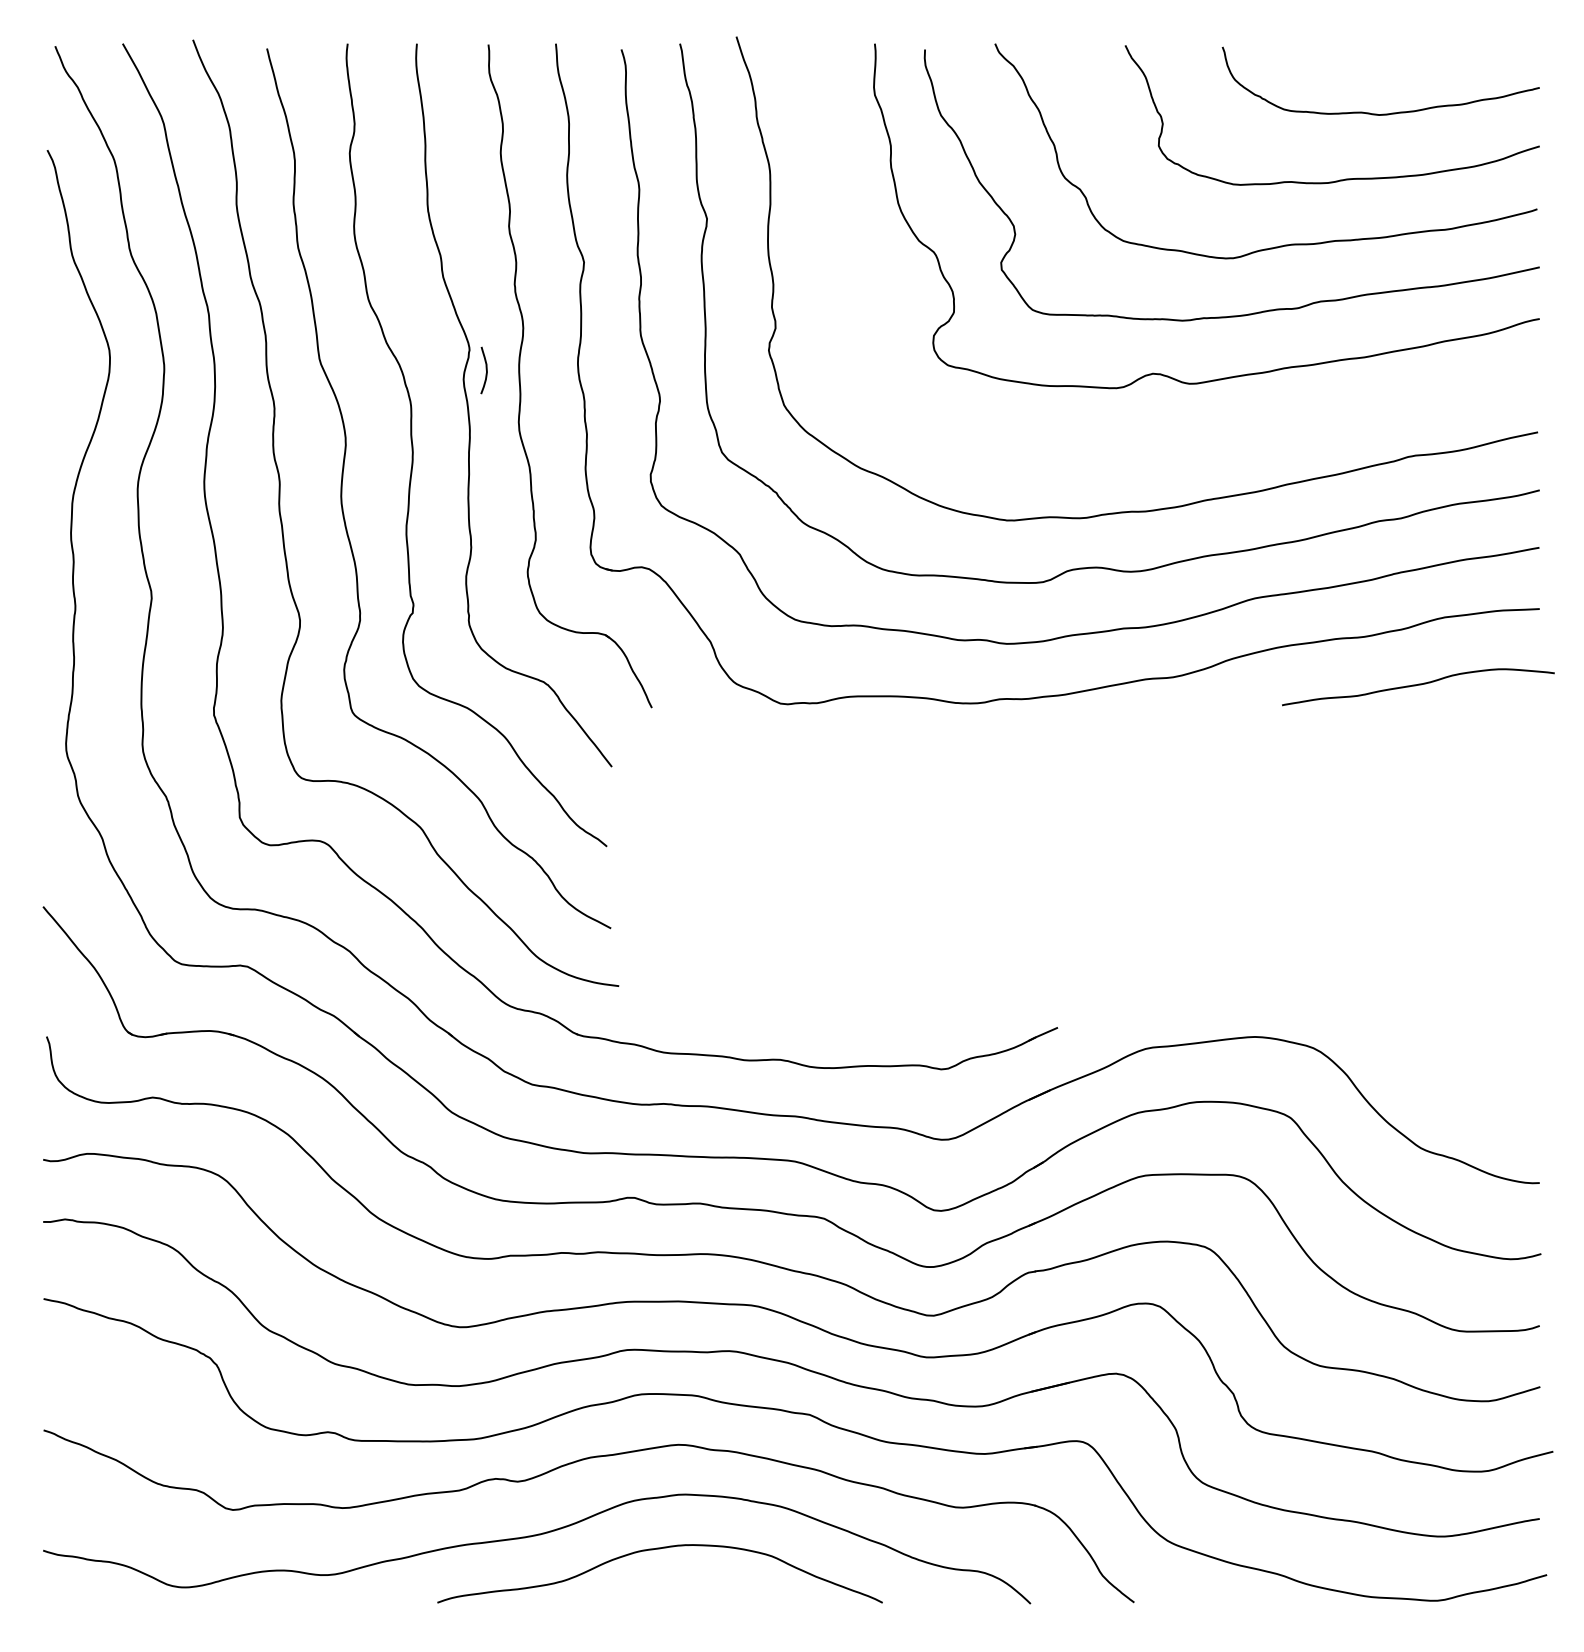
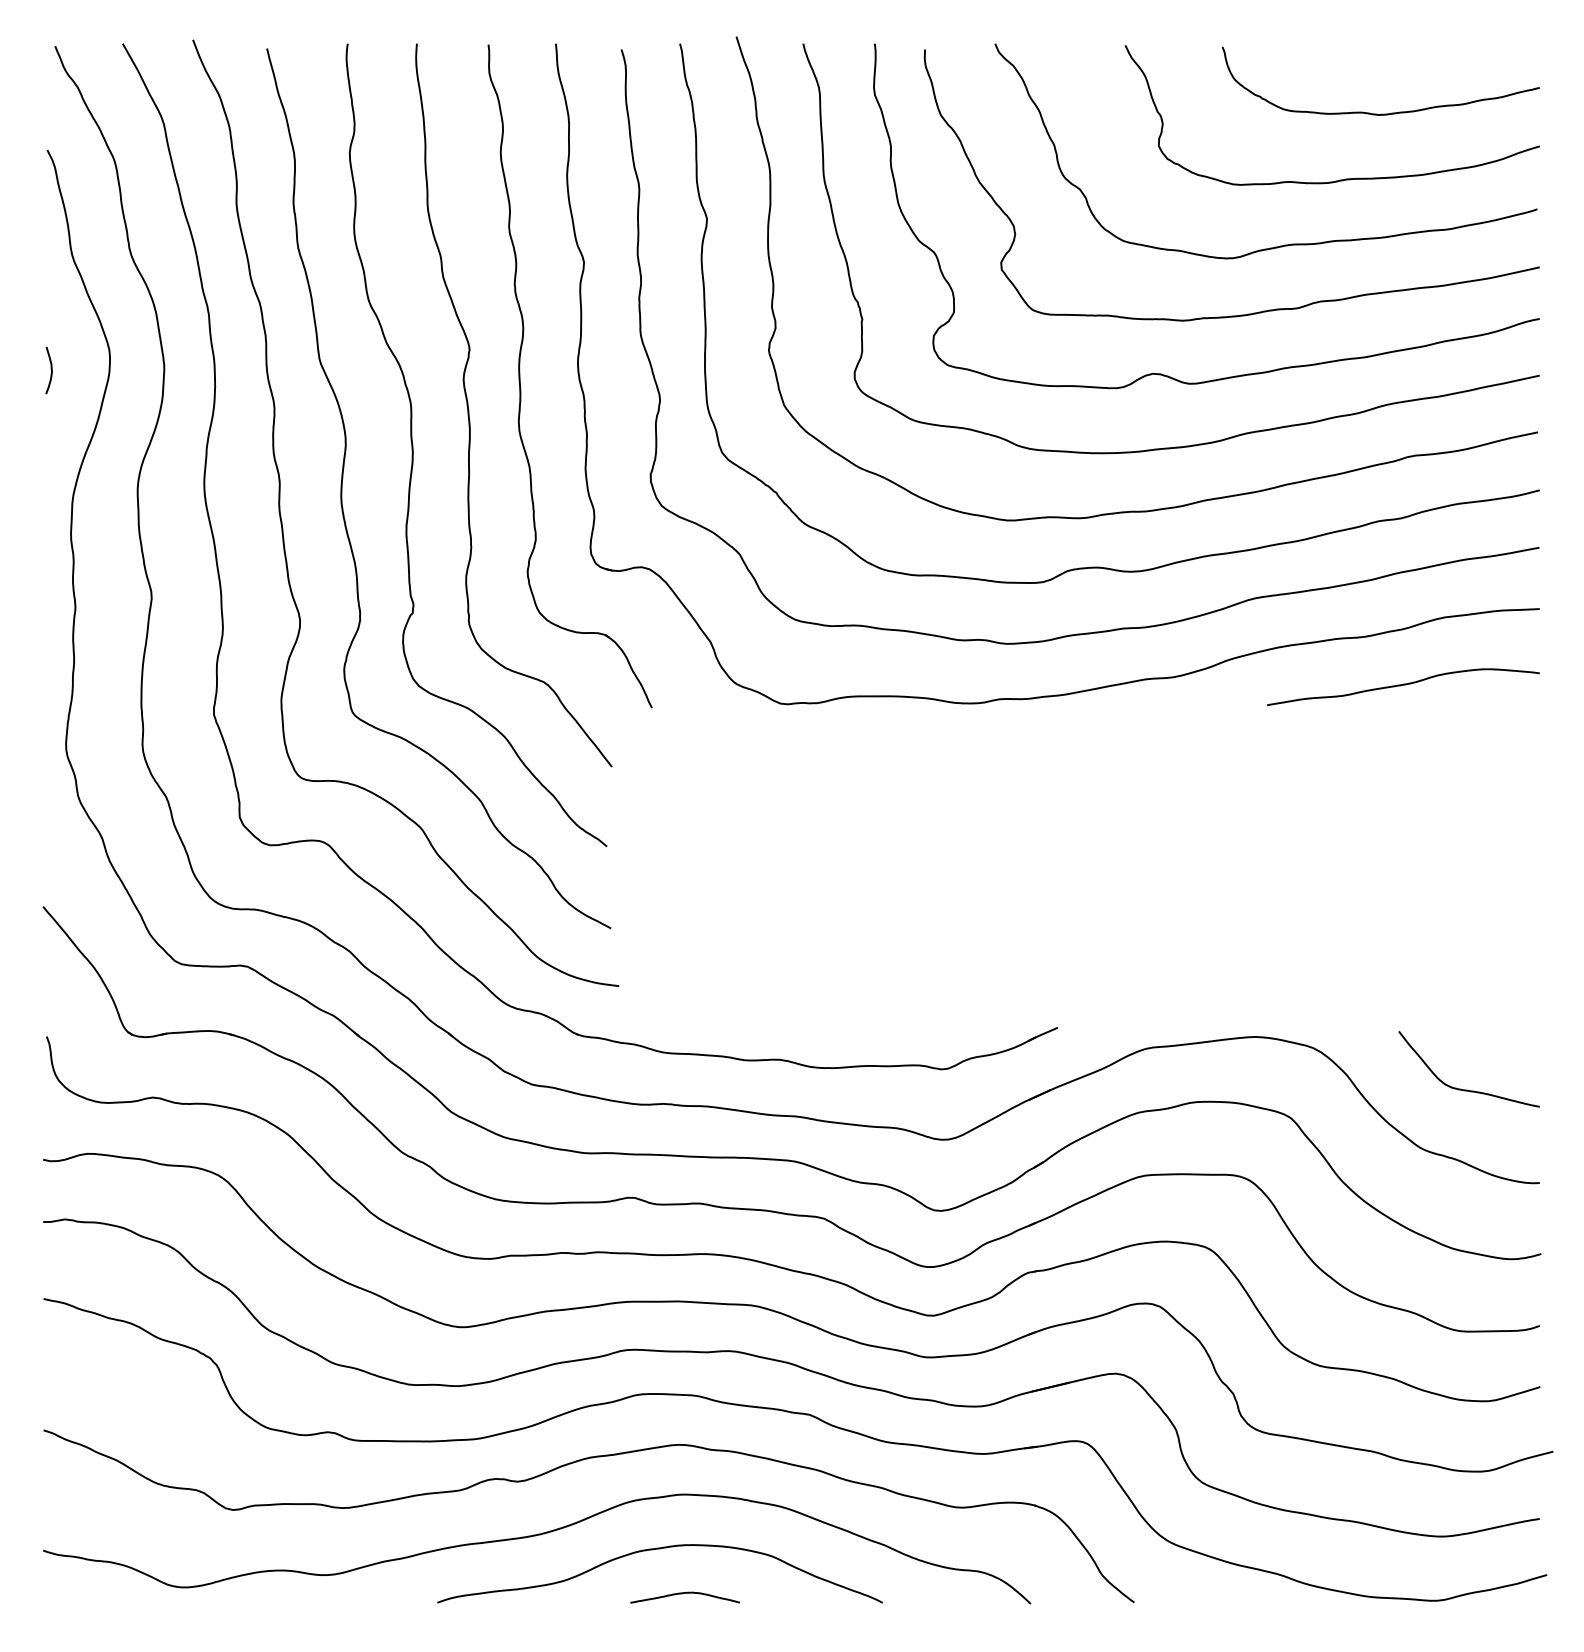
curve at (485, 369) position: (485, 369) -> (50, 369)
curve at (1198, 443): none -> present
curve at (1418, 685) position: (1418, 685) -> (1403, 685)
curve at (1467, 1089): none -> present
curve at (682, 1594): none -> present
